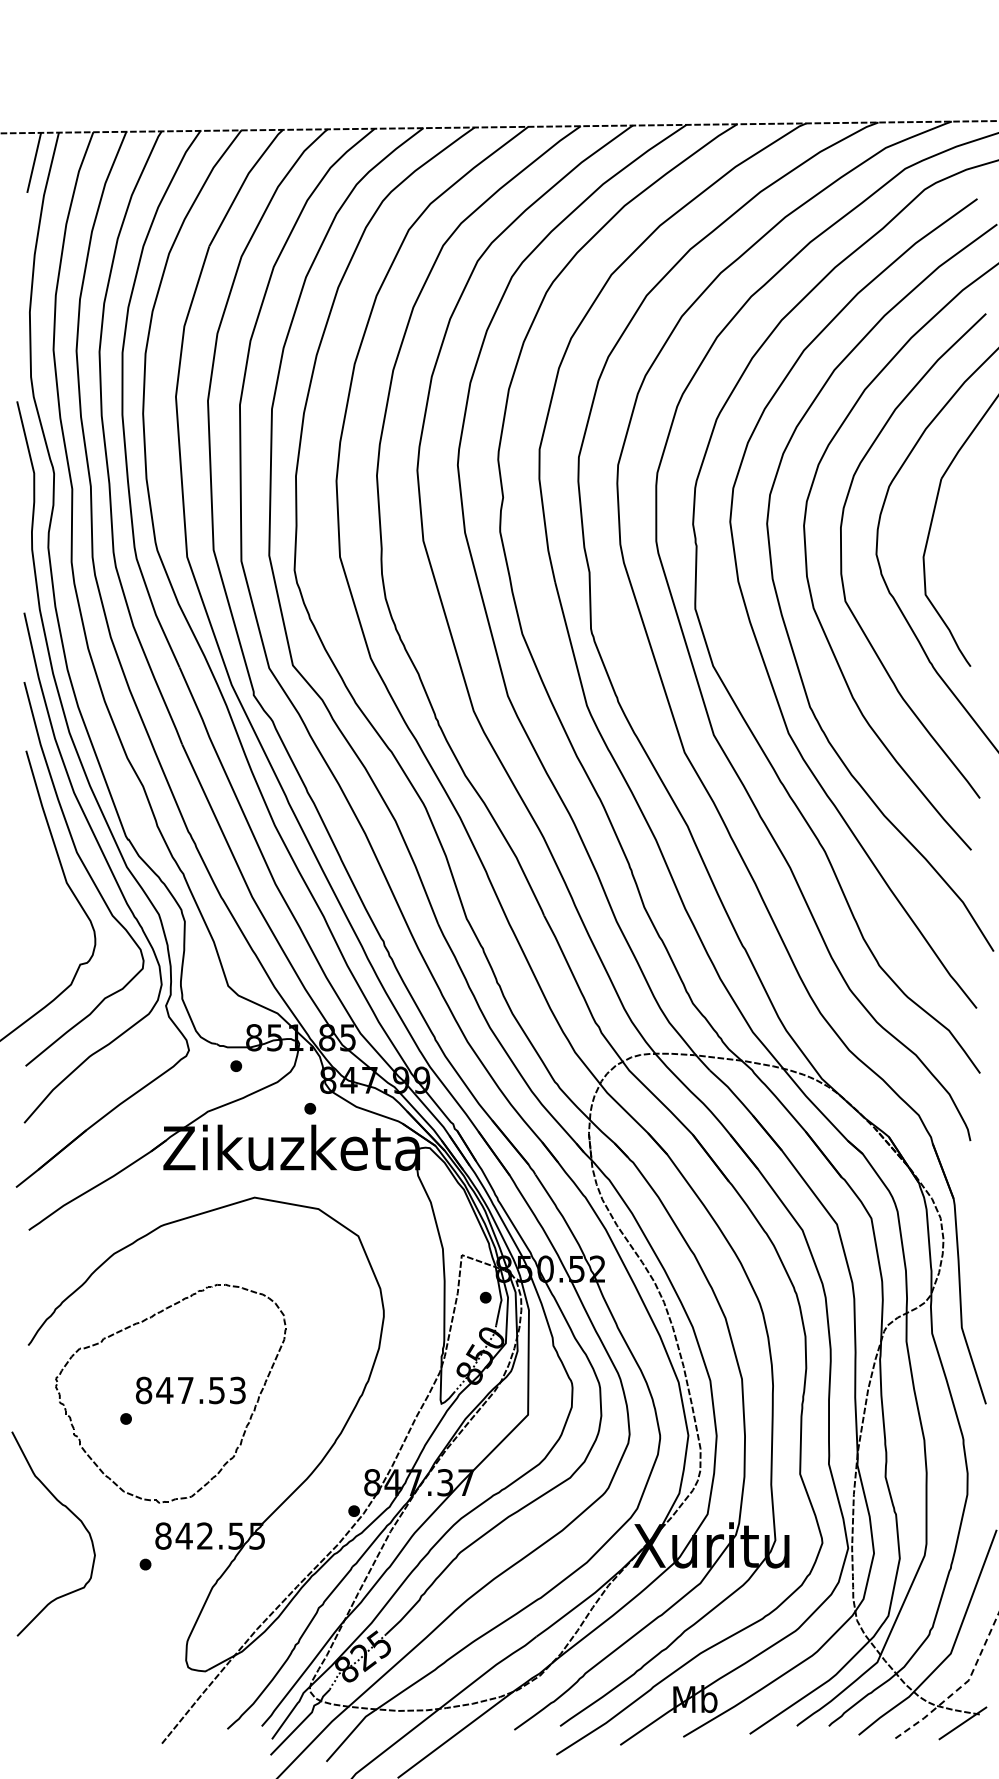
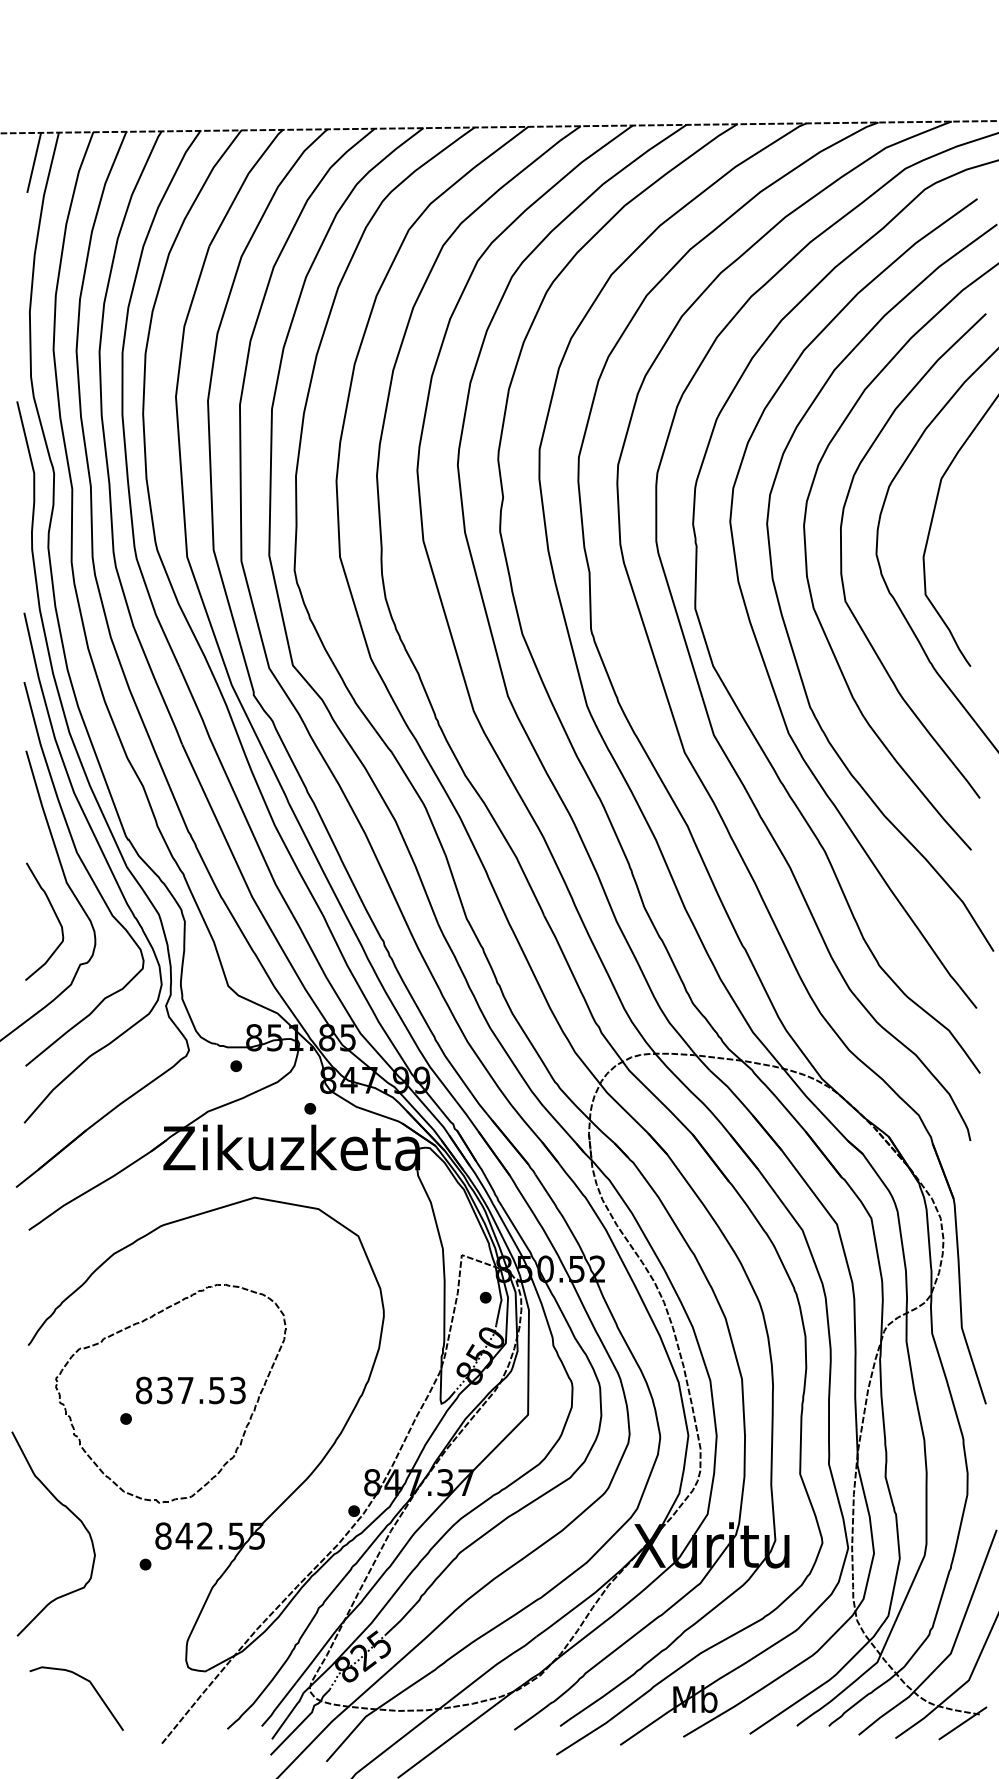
curve at (55, 916): none -> present
text at (164, 1390): 847.53 -> 837.53
line at (961, 1686): dashed -> solid
curve at (92, 1687): none -> present
